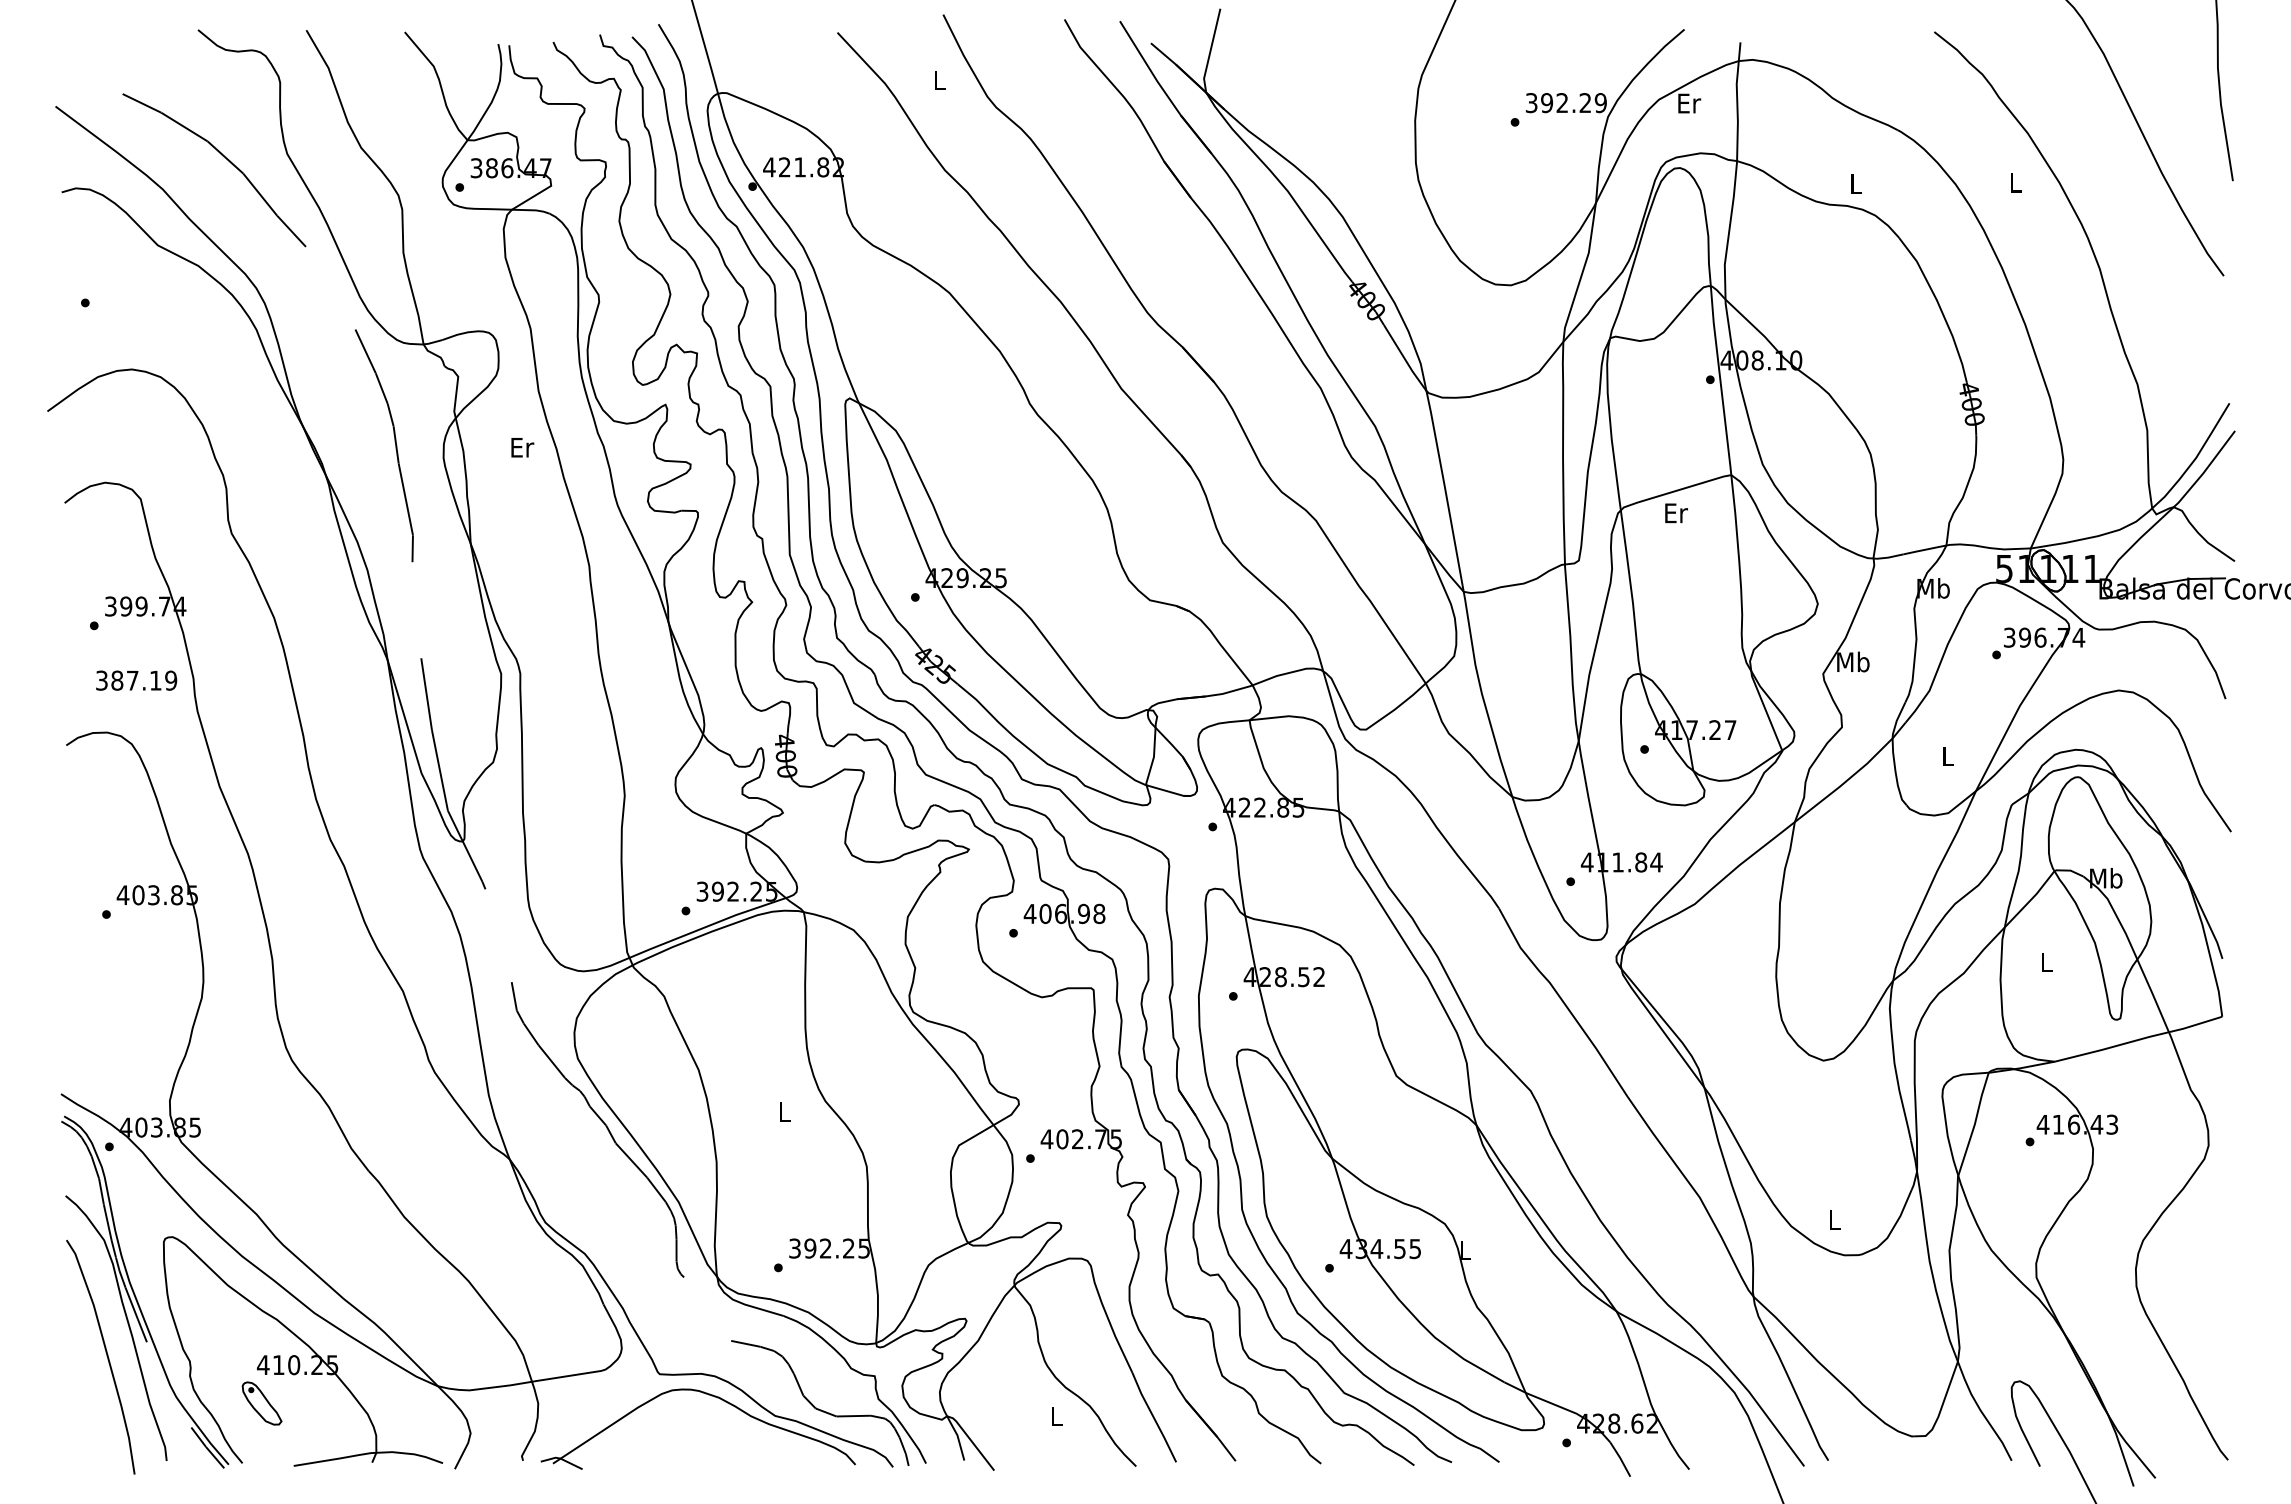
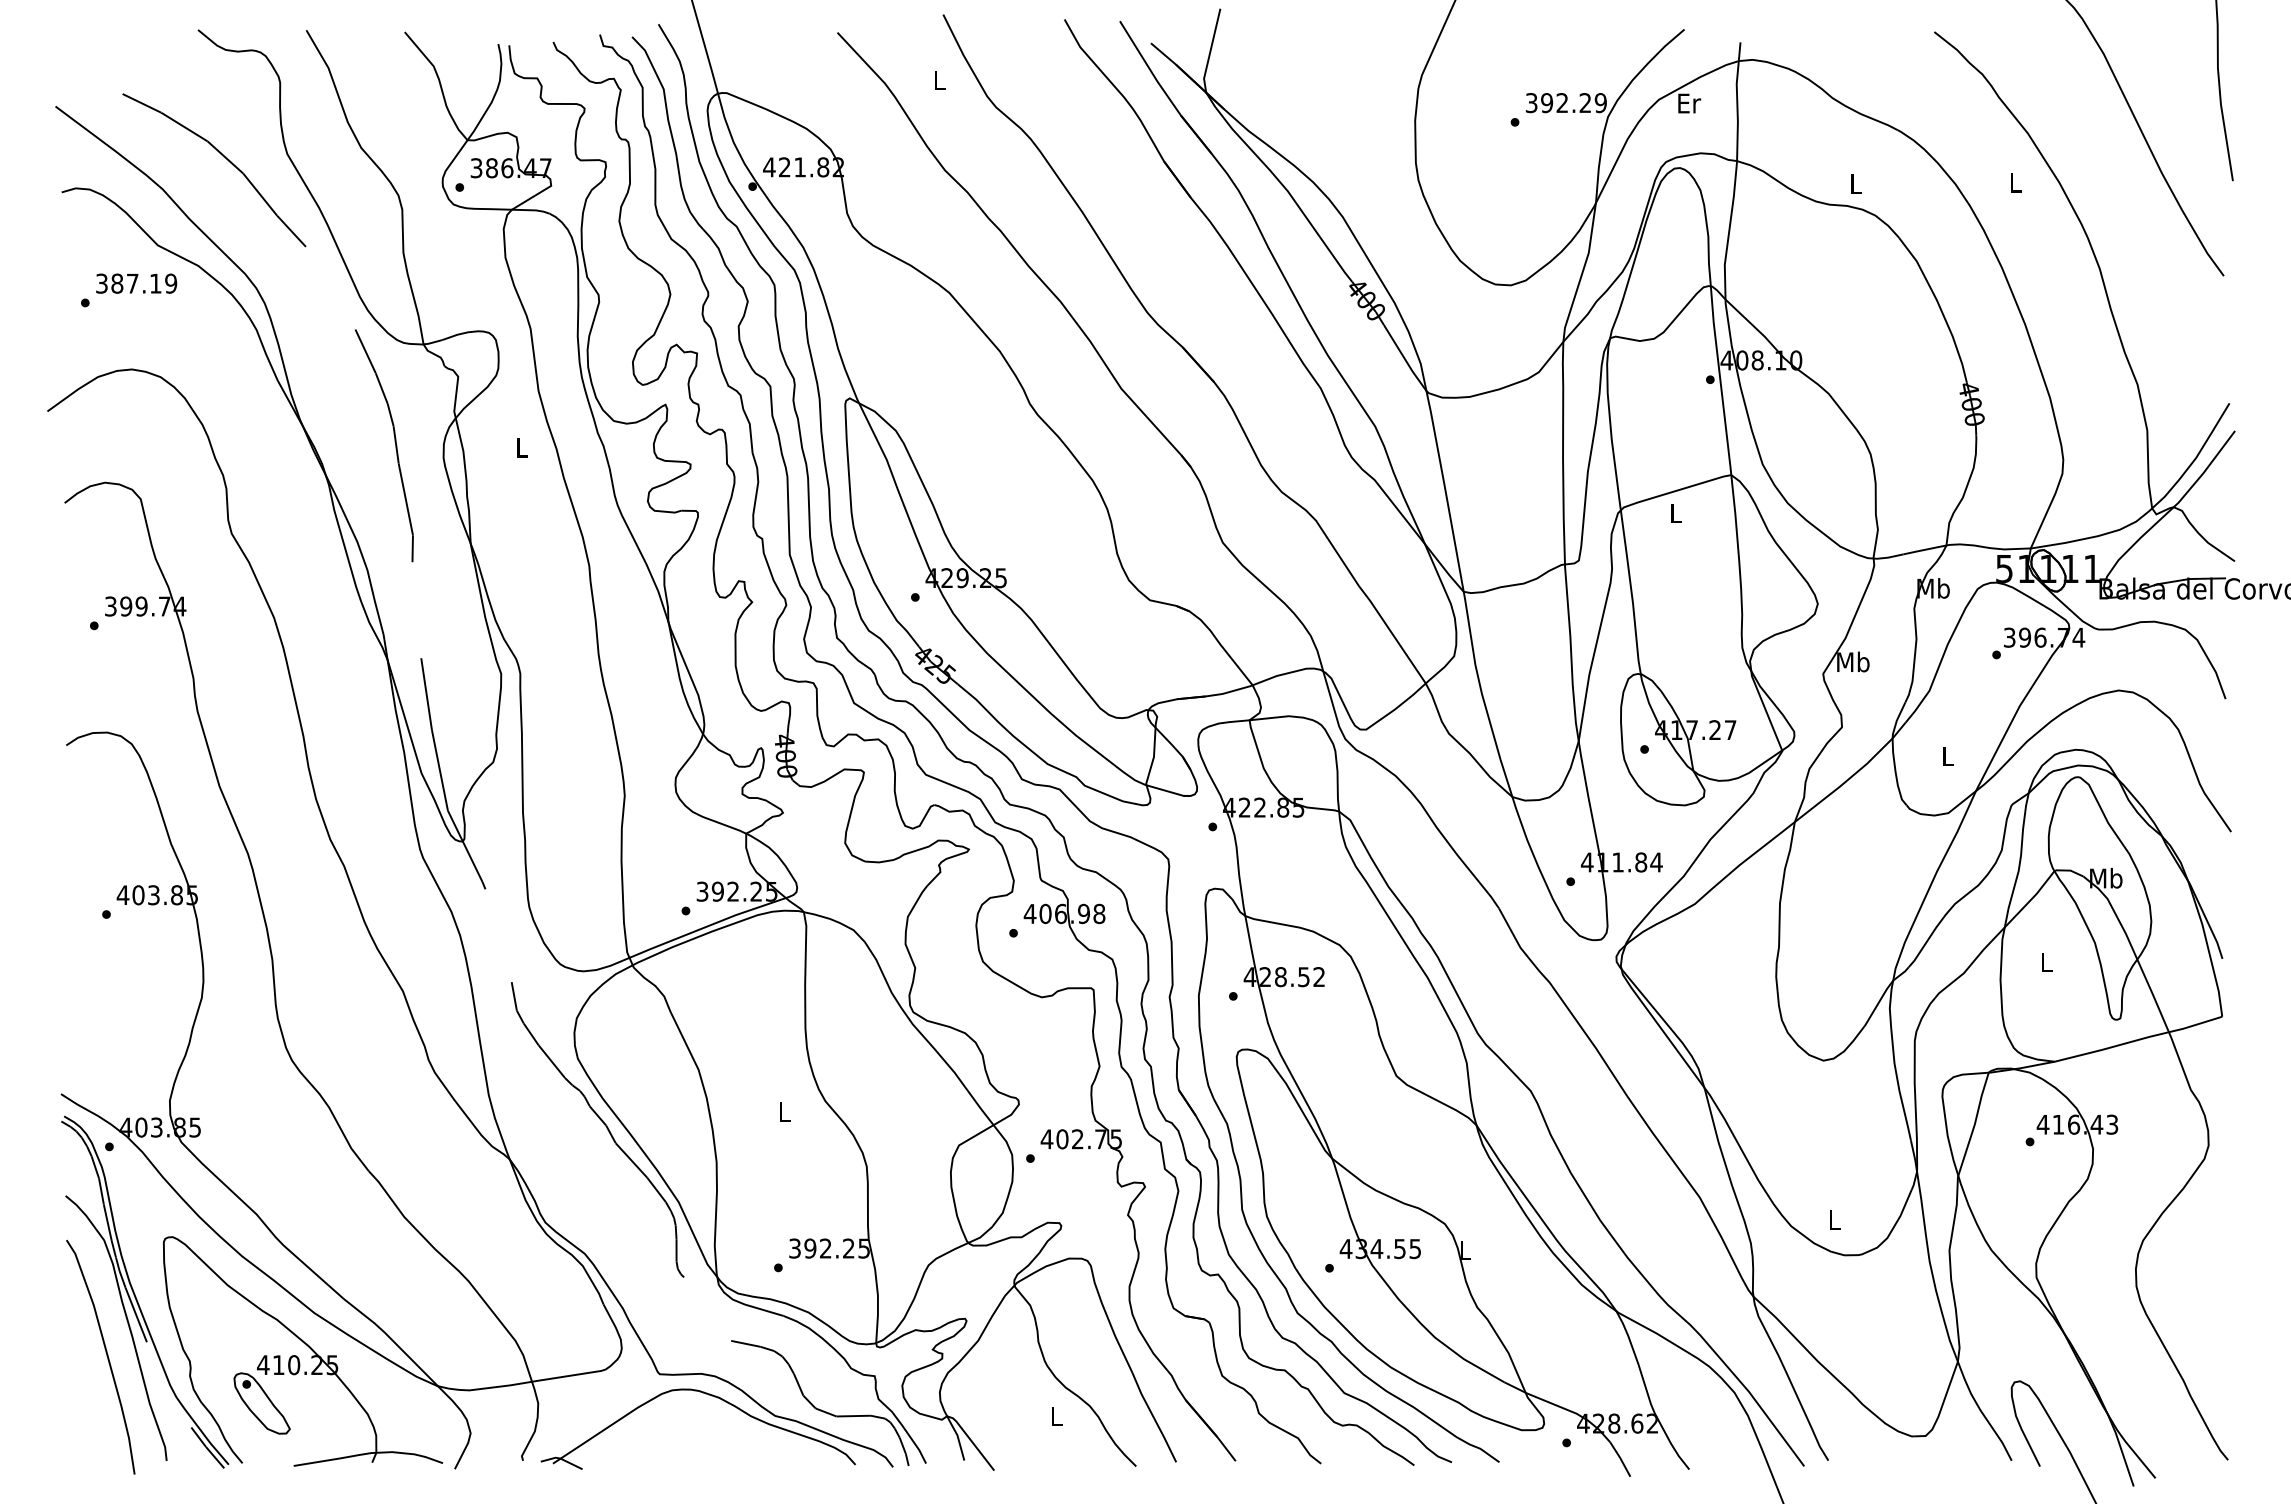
text at (522, 447): Er -> L
text at (1676, 513): Er -> L
text at (136, 680) position: (136, 680) -> (136, 283)
part at (261, 1403) size: 42x45 px -> 58x63 px
